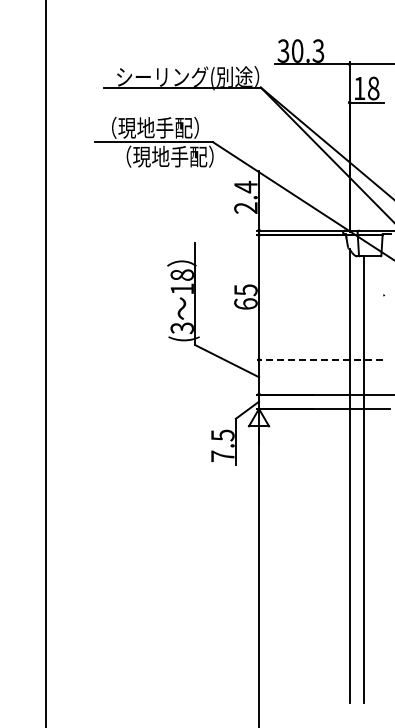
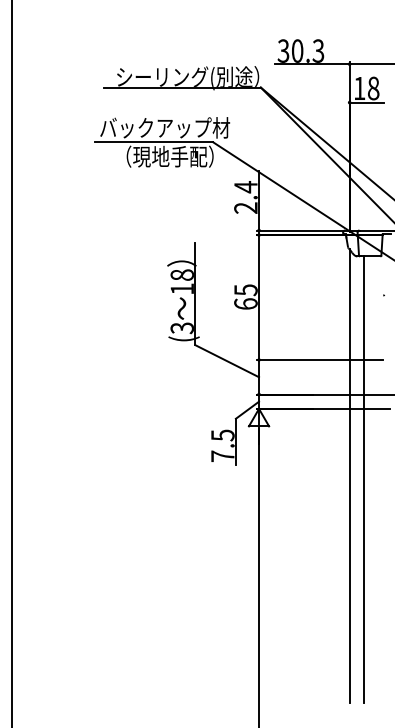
text at (165, 127): （現地手配） -> バックアップ材
line at (319, 359): dashed -> solid
line at (45, 363) position: (45, 363) -> (11, 363)
